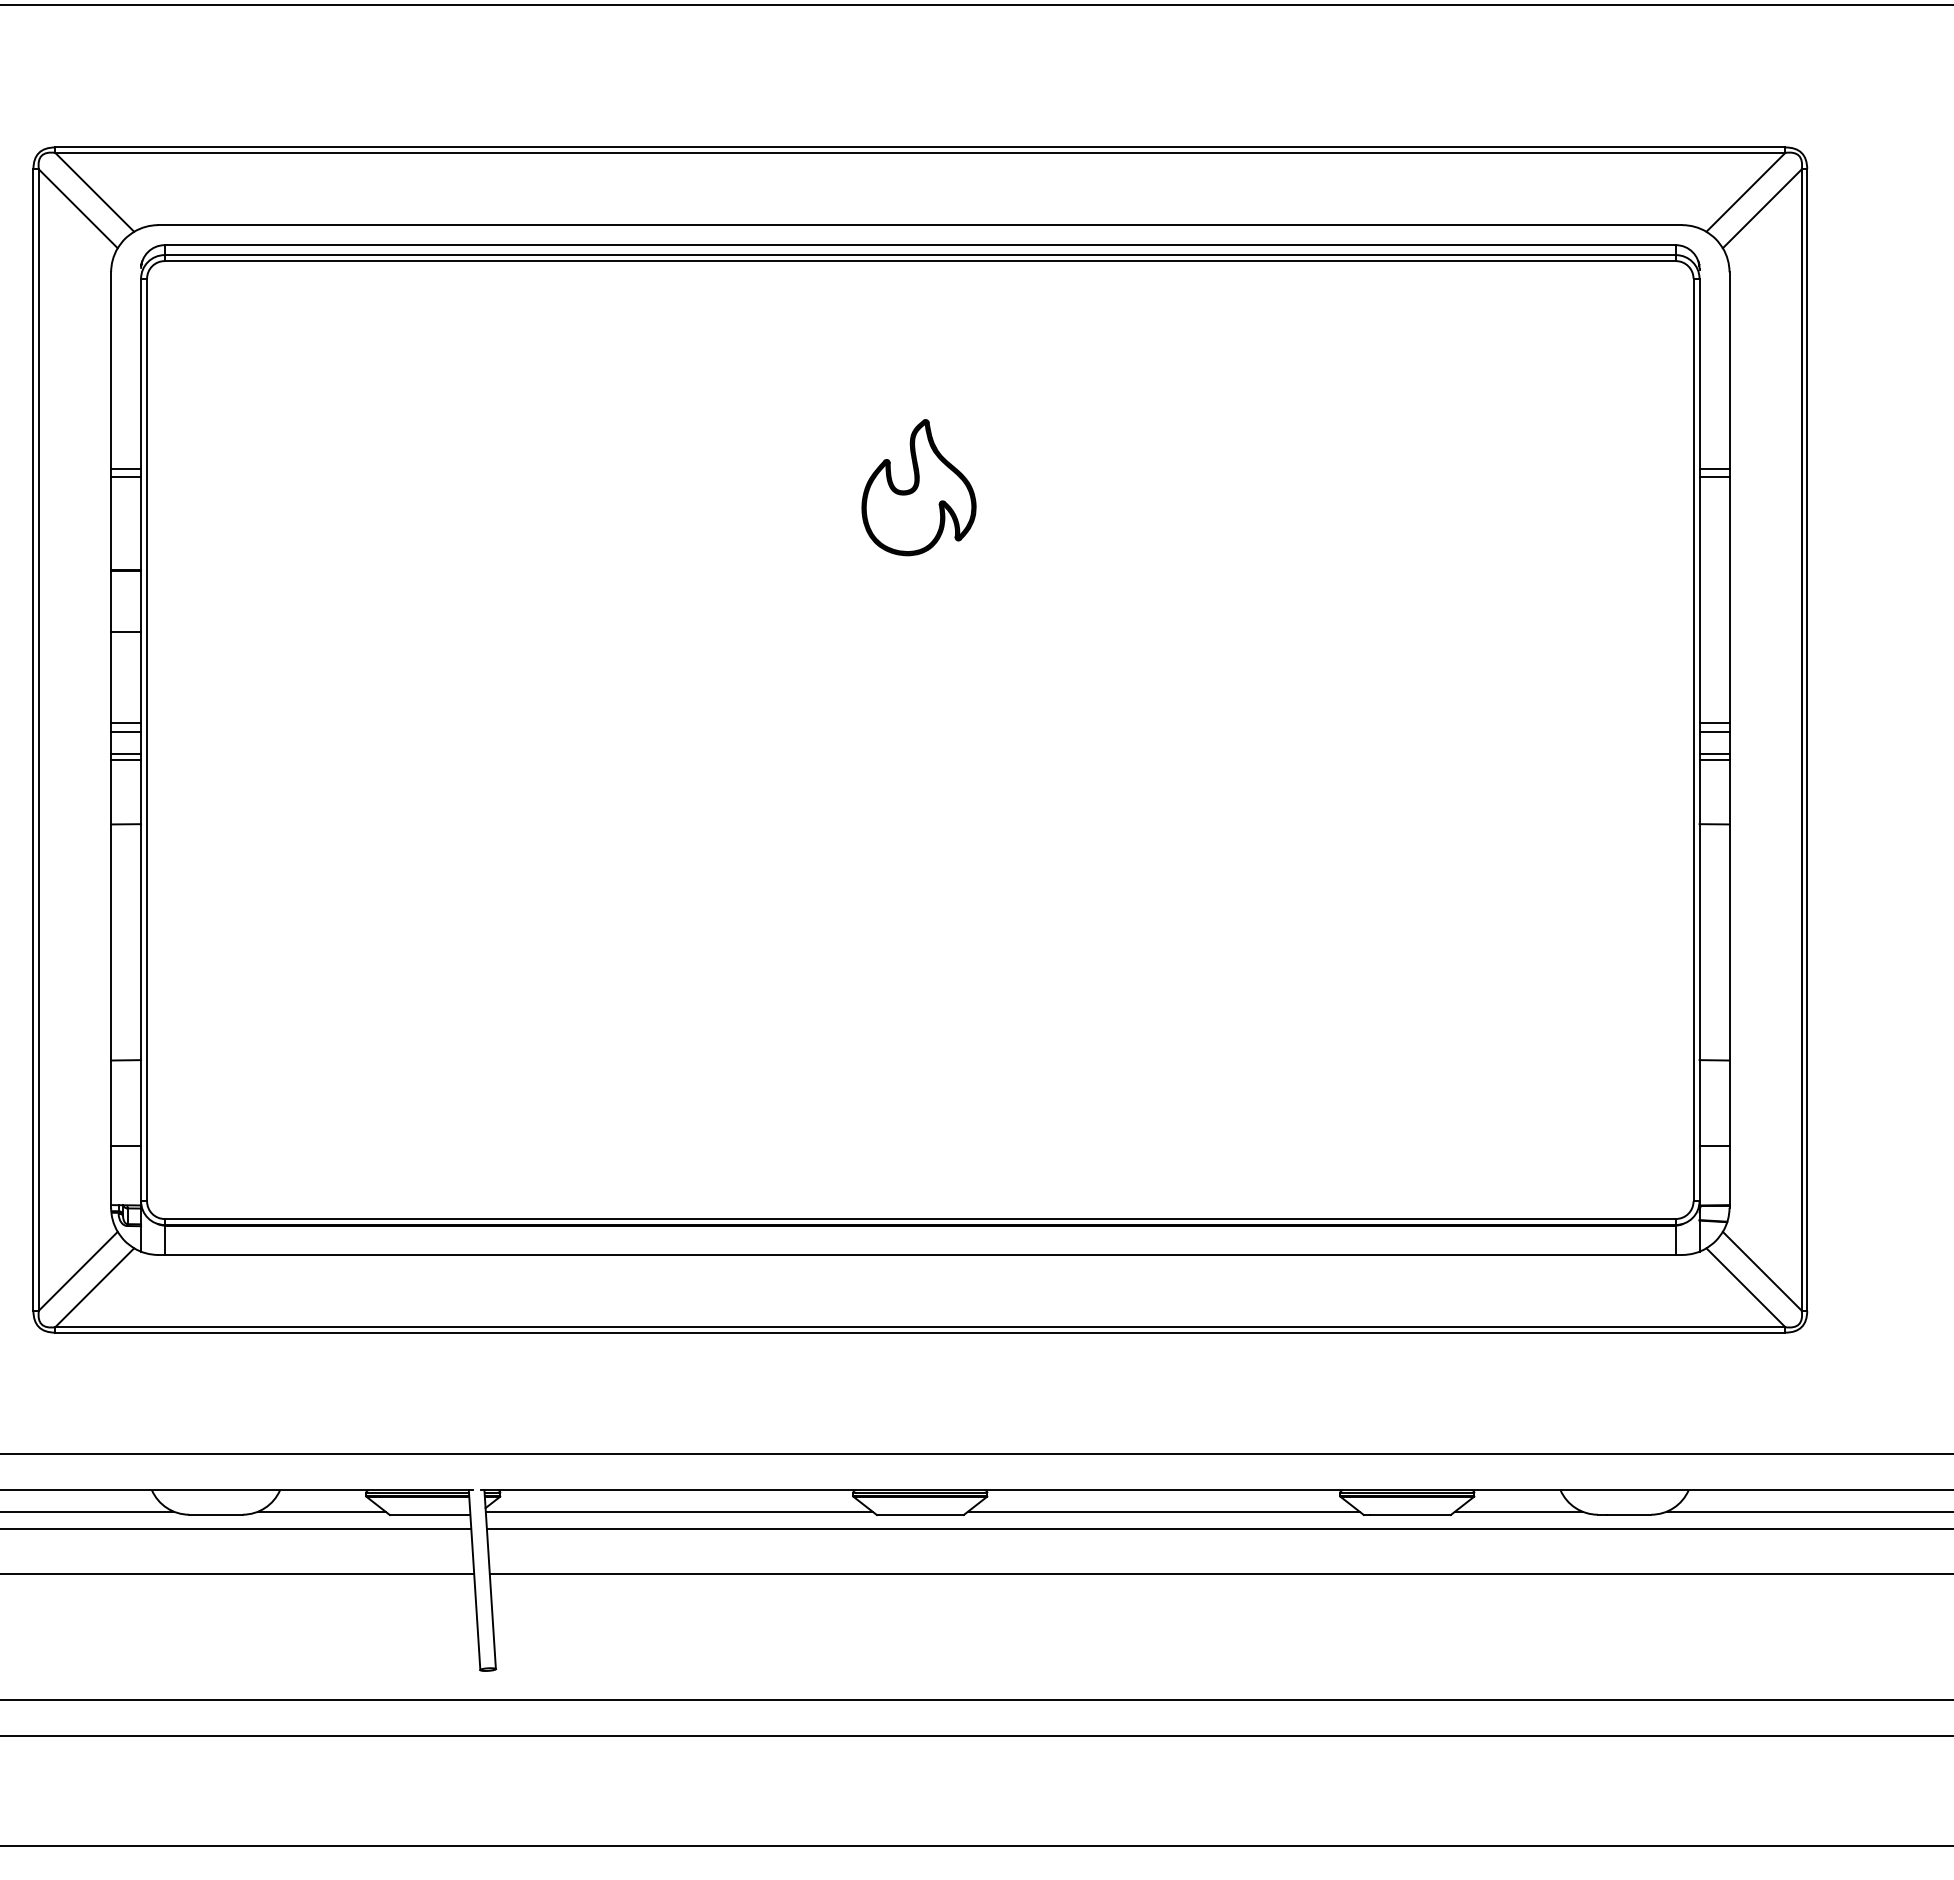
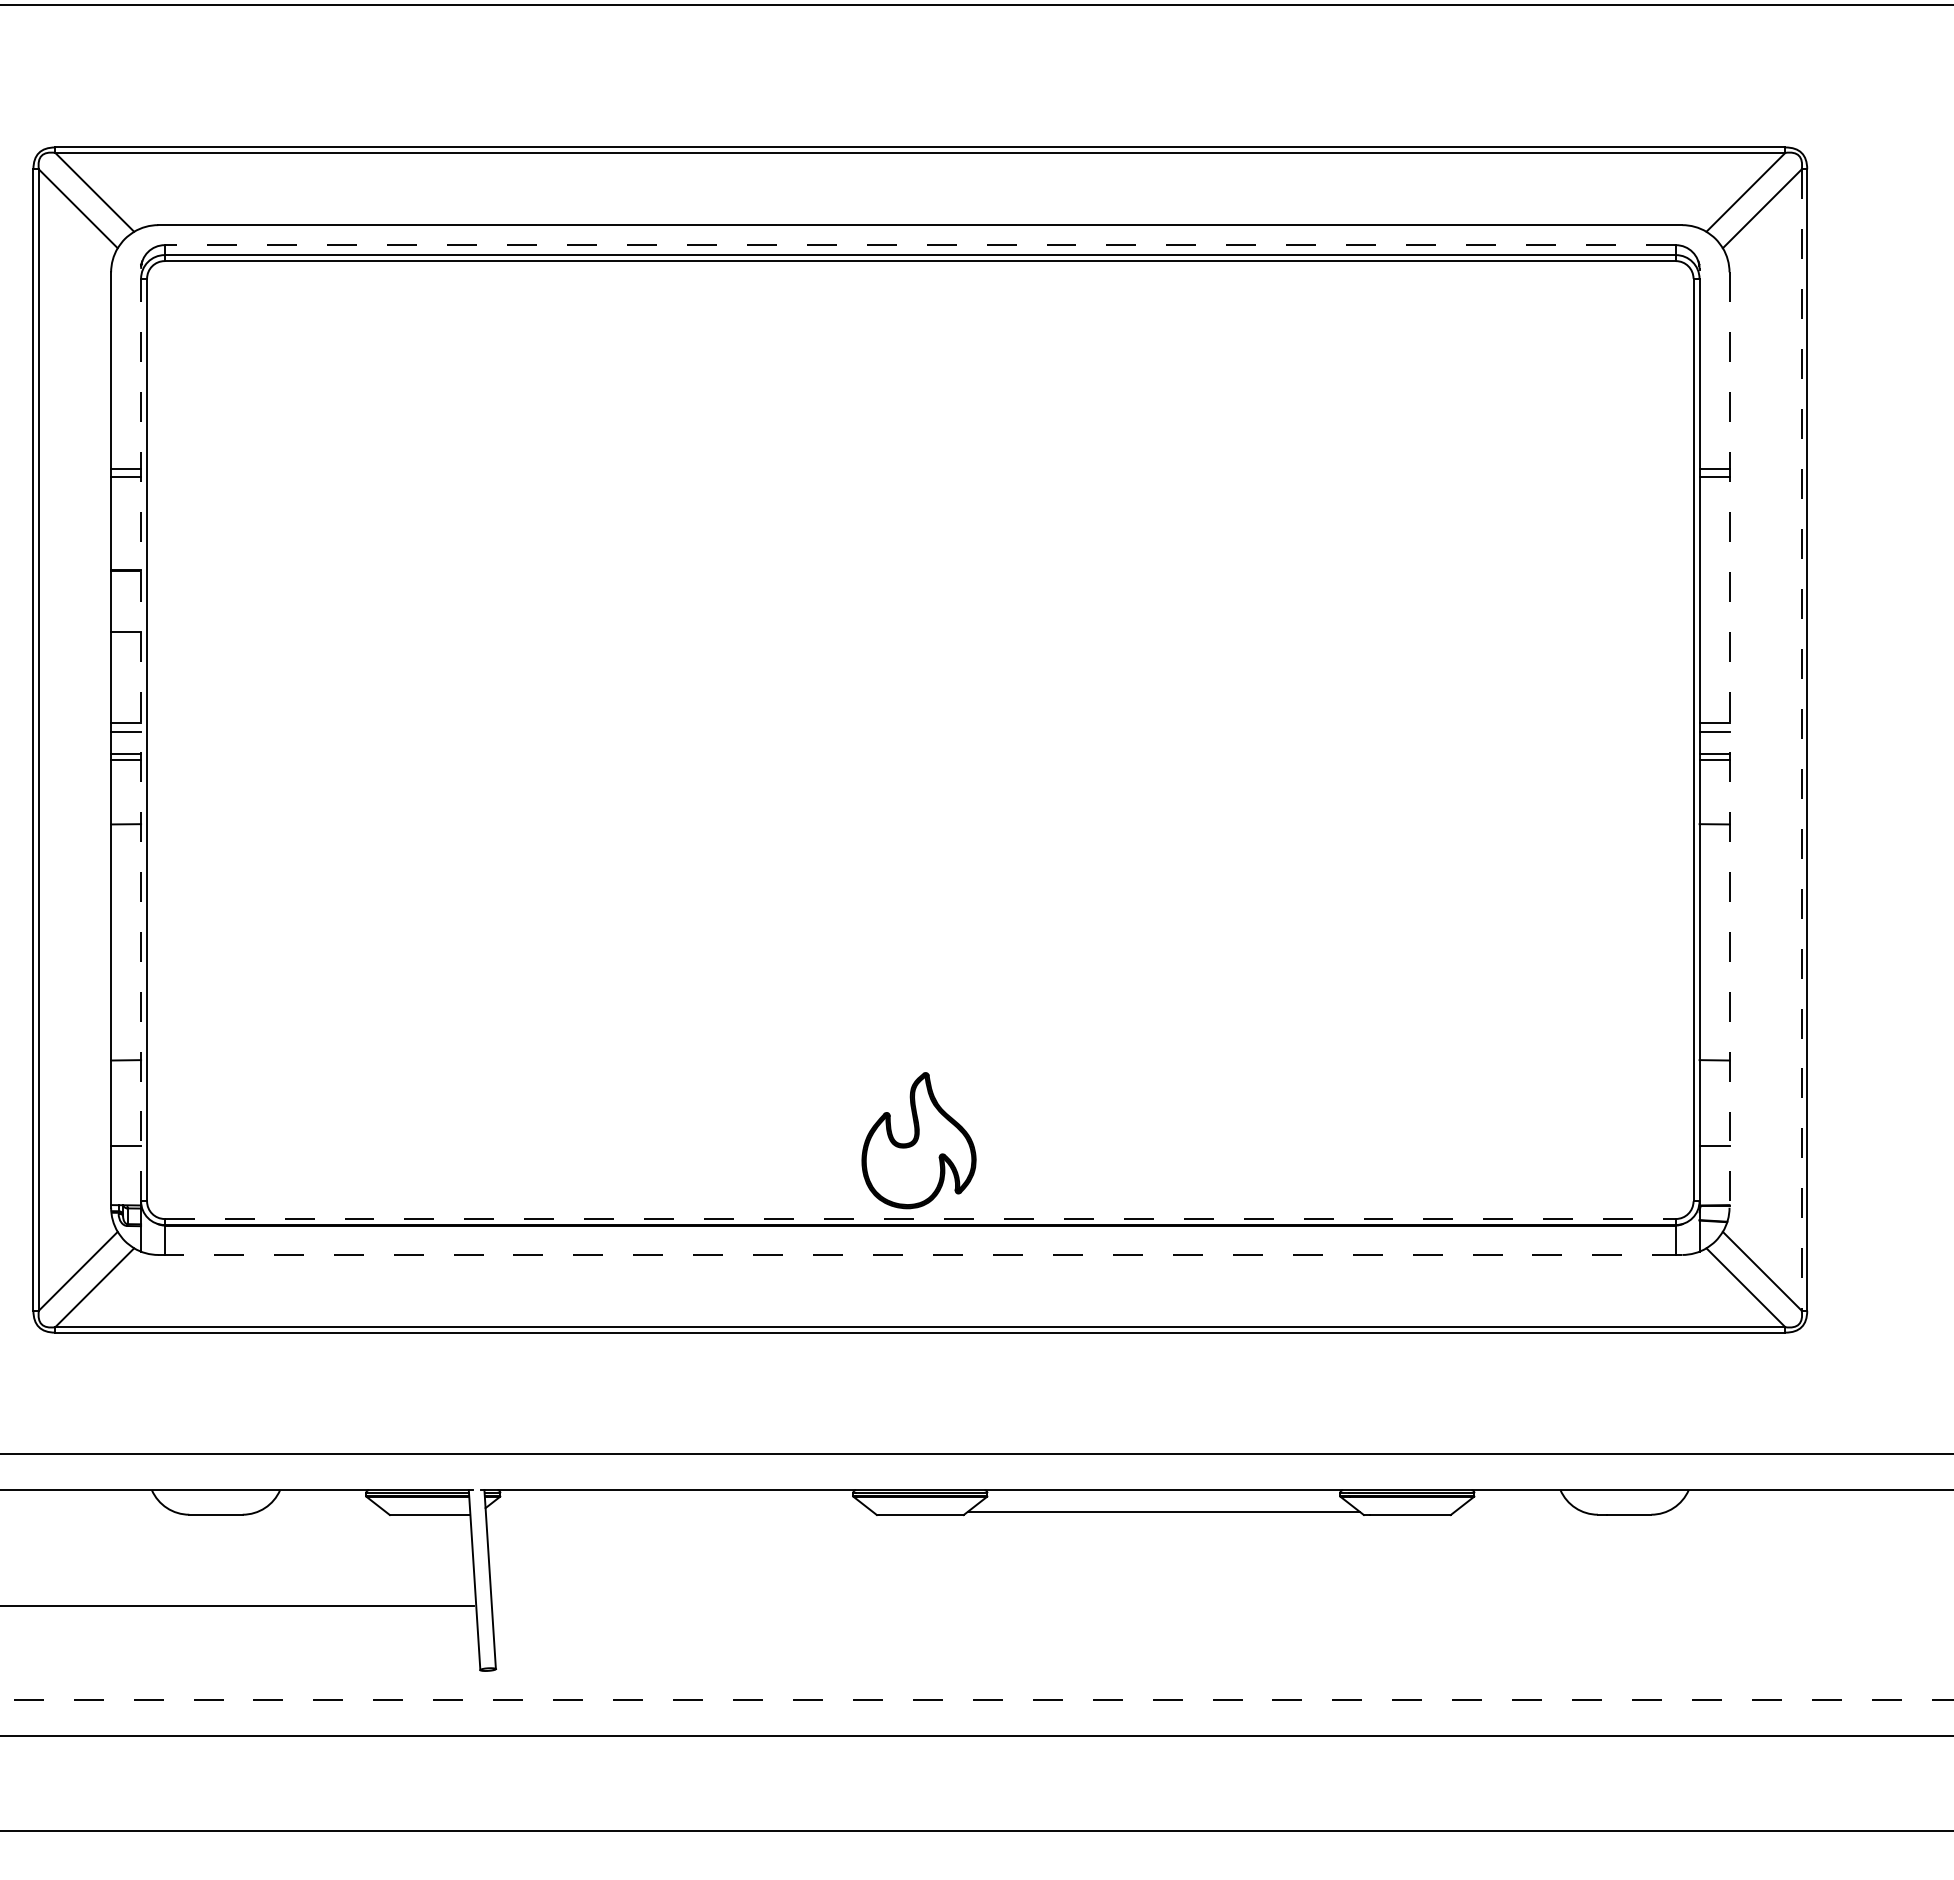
line at (920, 245): solid -> dashed
part at (918, 487) position: (918, 487) -> (918, 1140)
line at (141, 739): solid -> dashed
line at (1729, 740): solid -> dashed
line at (1801, 740): solid -> dashed
line at (920, 1219): solid -> dashed
line at (919, 1254): solid -> dashed
line at (88, 1511): present -> none
line at (321, 1511): present -> none
line at (678, 1511): present -> none
line at (1518, 1511): present -> none
line at (1808, 1511): present -> none
line at (236, 1529): present -> none
line at (1218, 1529): present -> none
line at (238, 1574) position: (238, 1574) -> (238, 1606)
line at (1219, 1574): present -> none
line at (977, 1699): solid -> dashed
line at (976, 1846) position: (976, 1846) -> (976, 1831)
